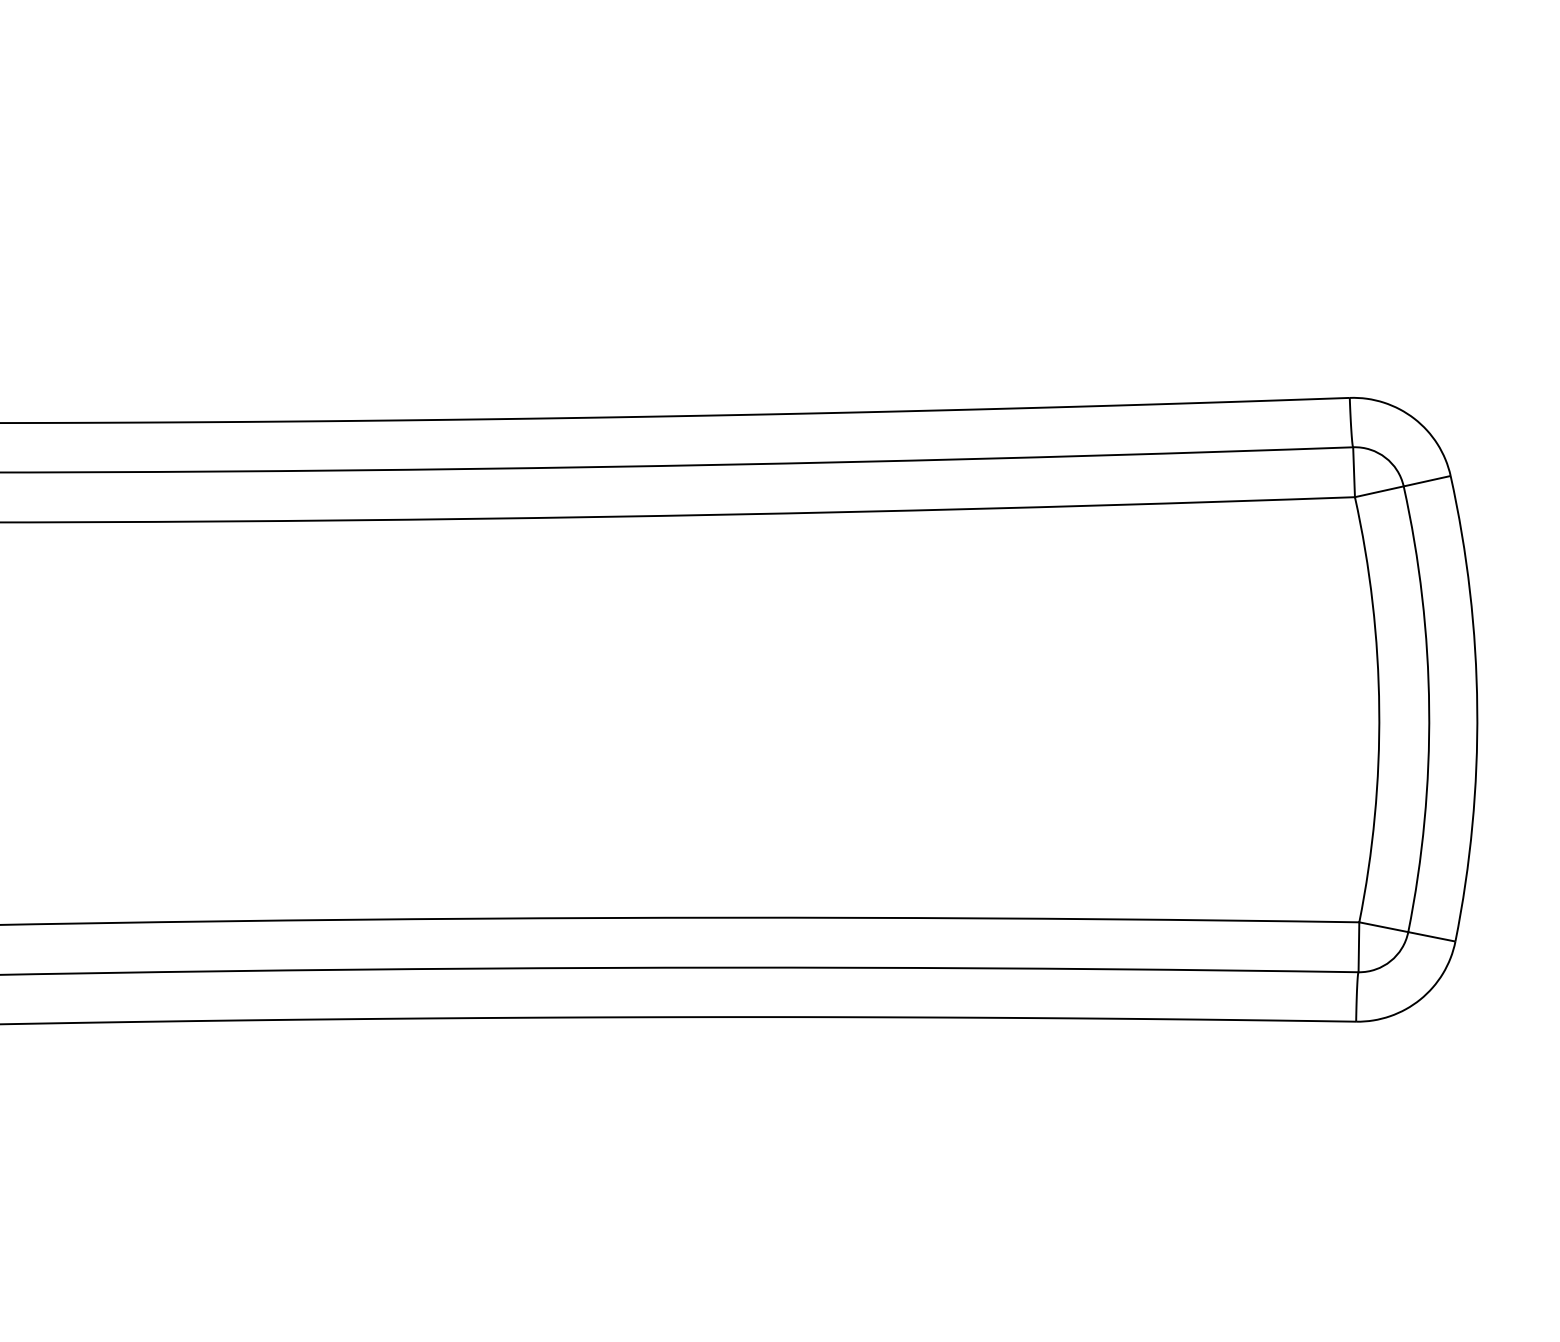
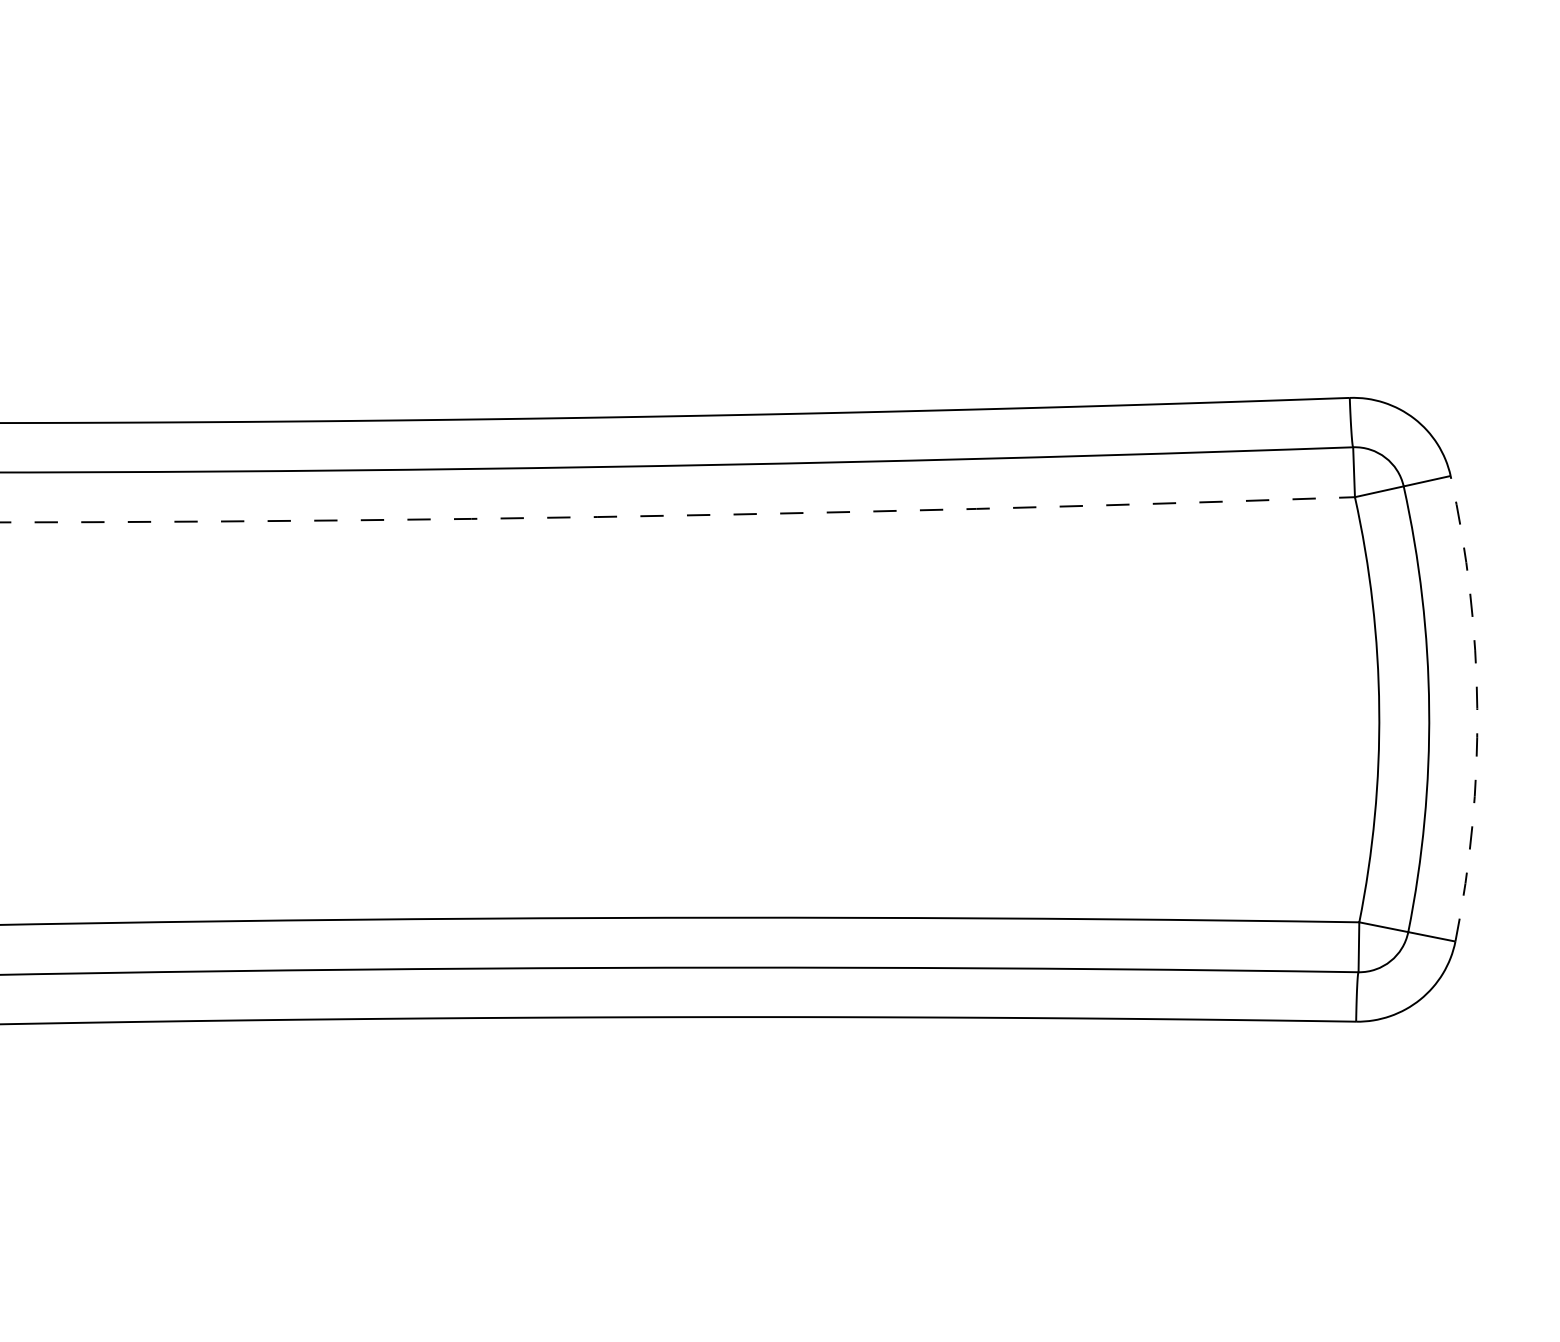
arc at (677, 515): solid -> dashed
arc at (1477, 708): solid -> dashed
